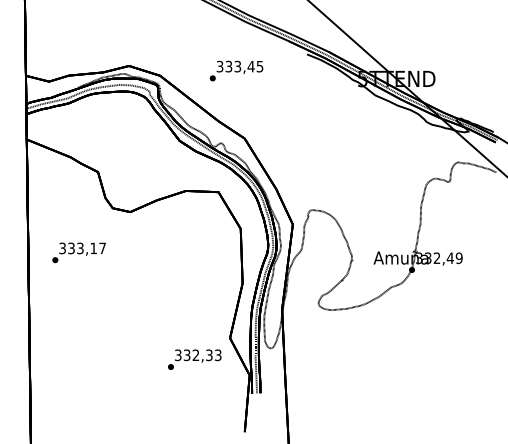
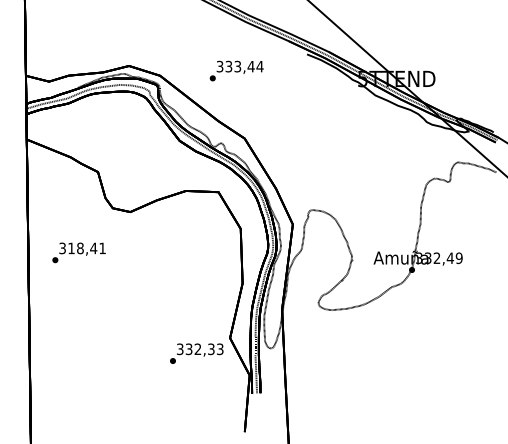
text at (259, 66): 333,45 -> 333,44
text at (86, 248): 333,17 -> 318,41
text at (194, 359) position: (194, 359) -> (196, 353)
